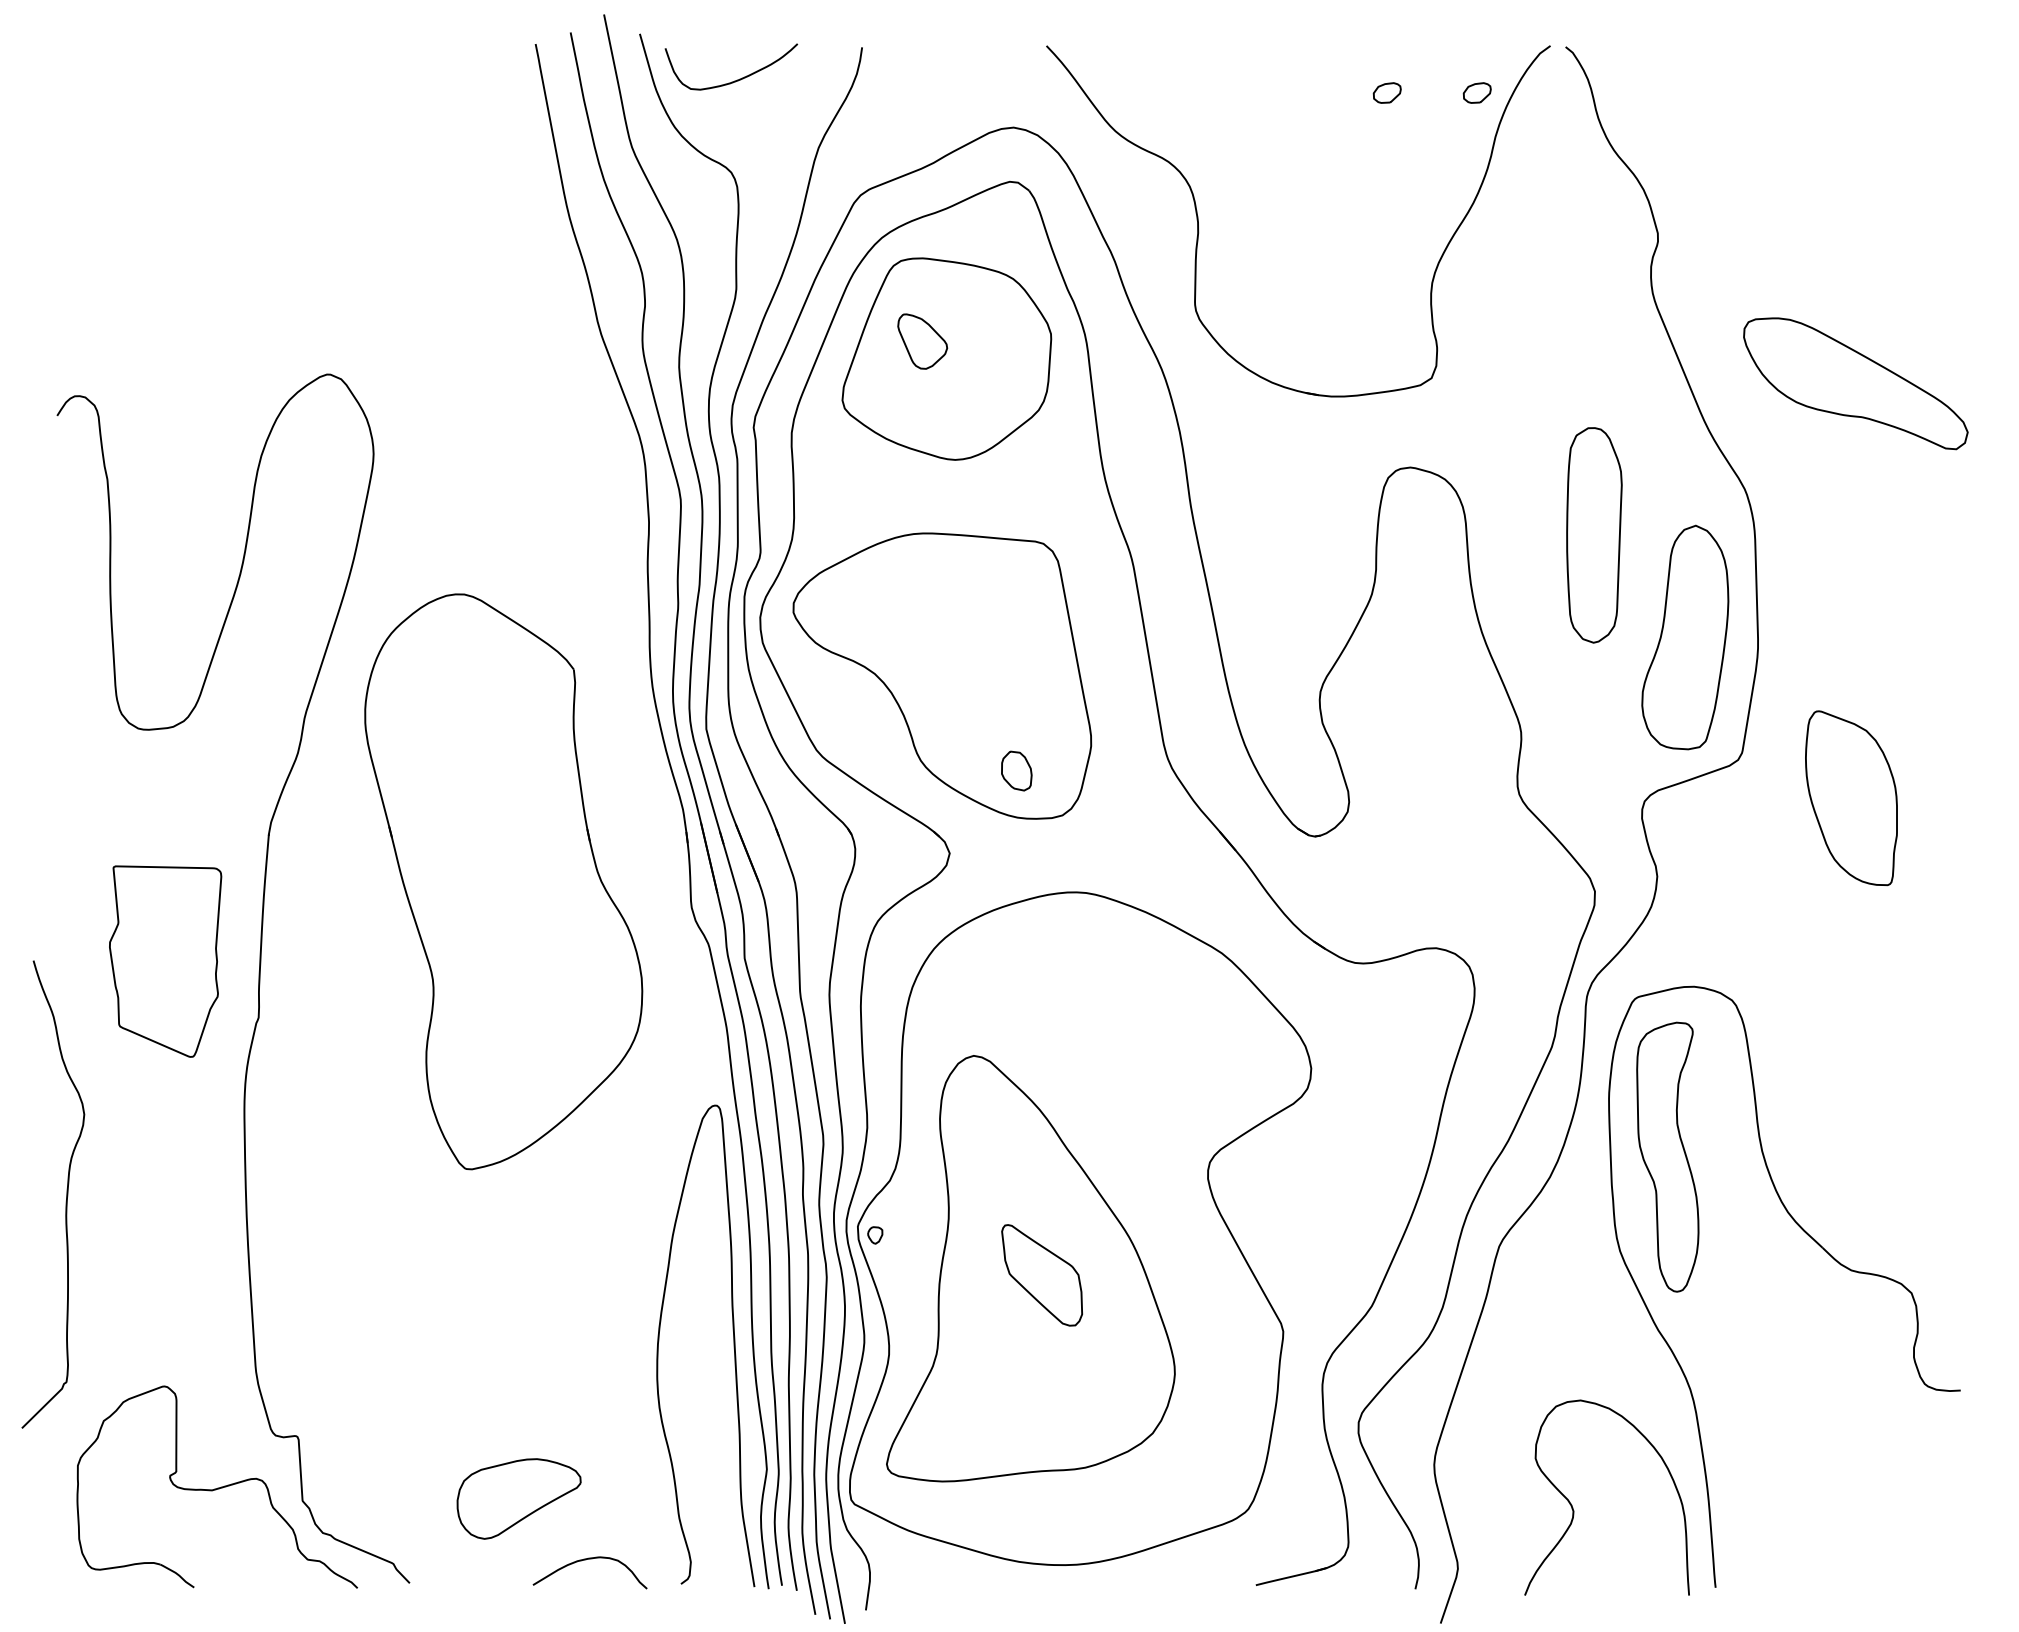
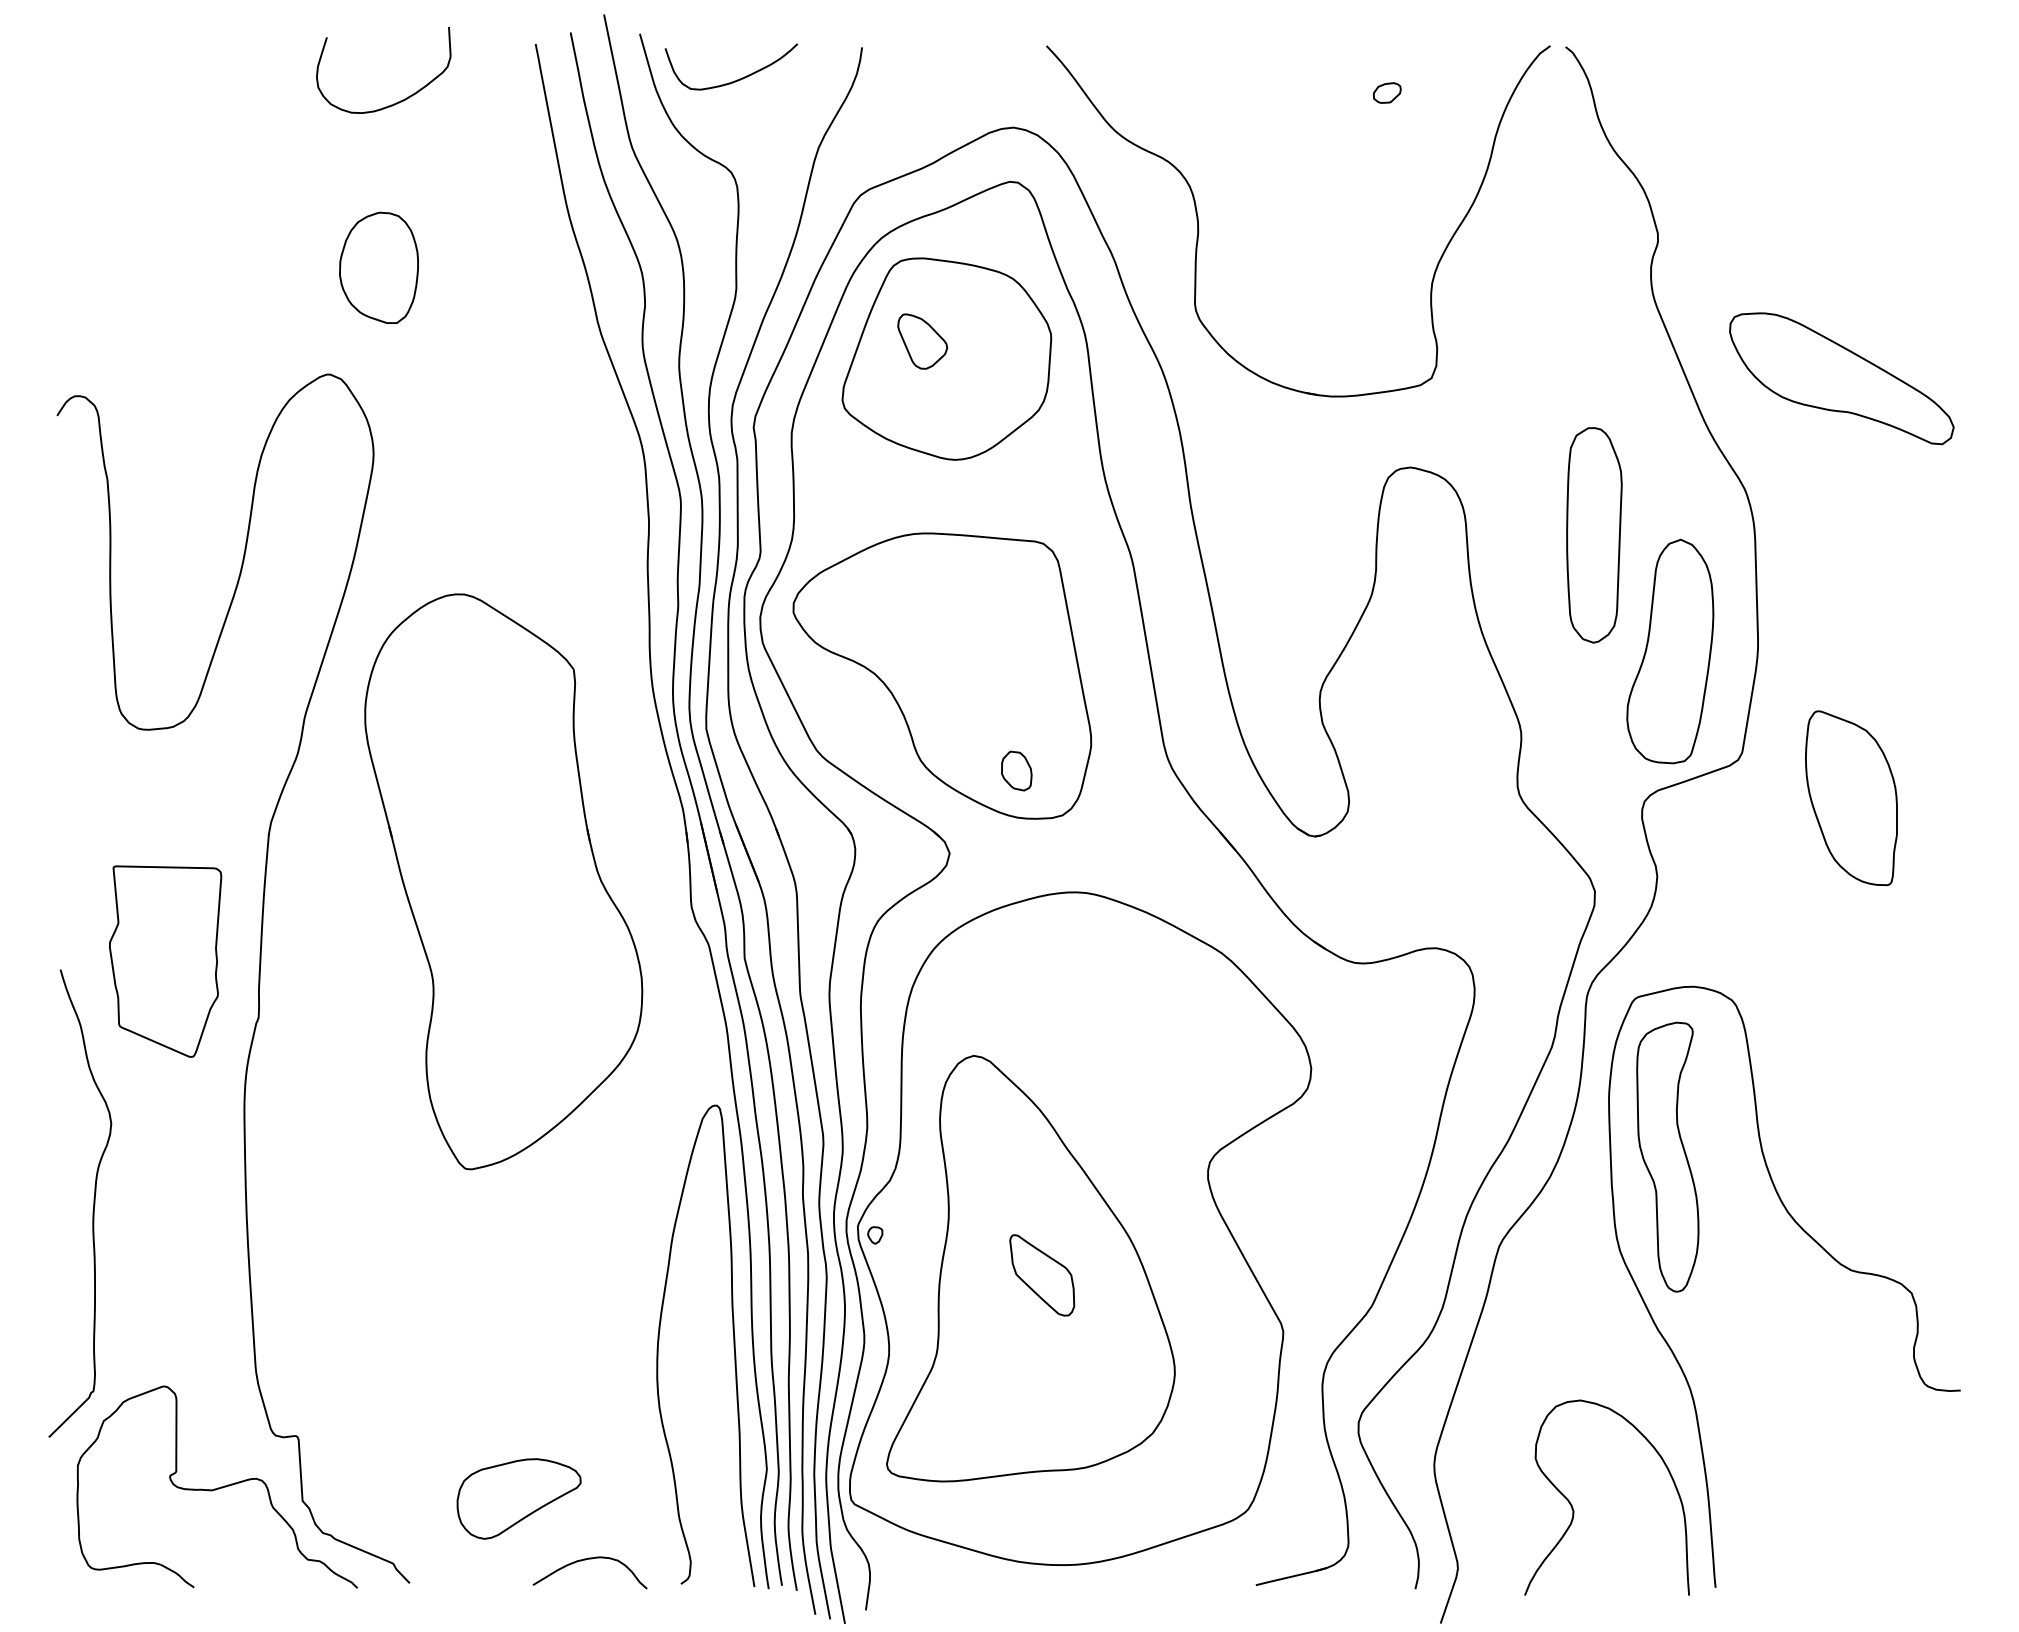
part at (1476, 92): present -> none
curve at (398, 101): none -> present
part at (378, 267): none -> present
part at (1855, 383) position: (1855, 383) -> (1841, 378)
part at (1685, 637) position: (1685, 637) -> (1670, 651)
curve at (66, 1194) position: (66, 1194) -> (93, 1203)
part at (1041, 1275) size: 82x103 px -> 67x83 px
